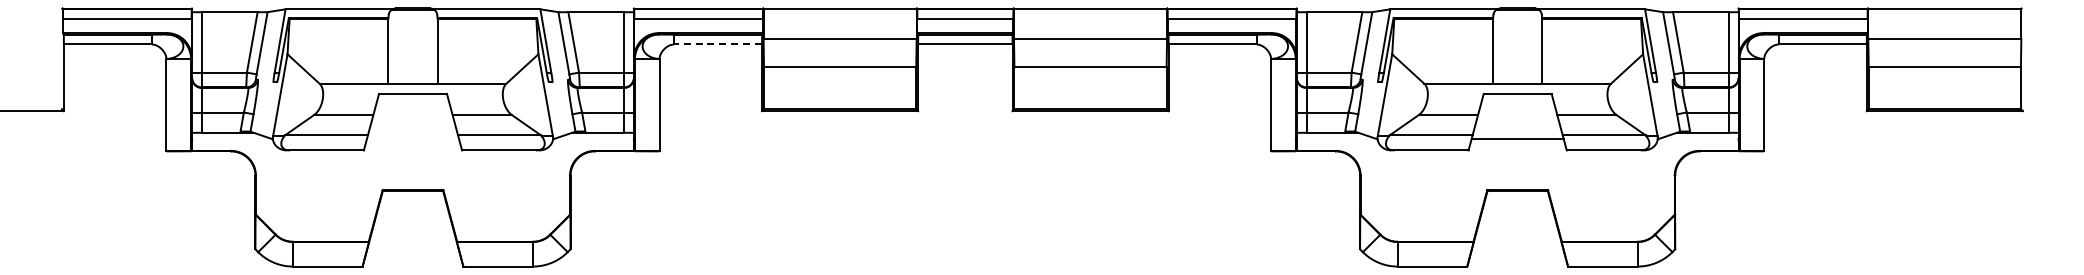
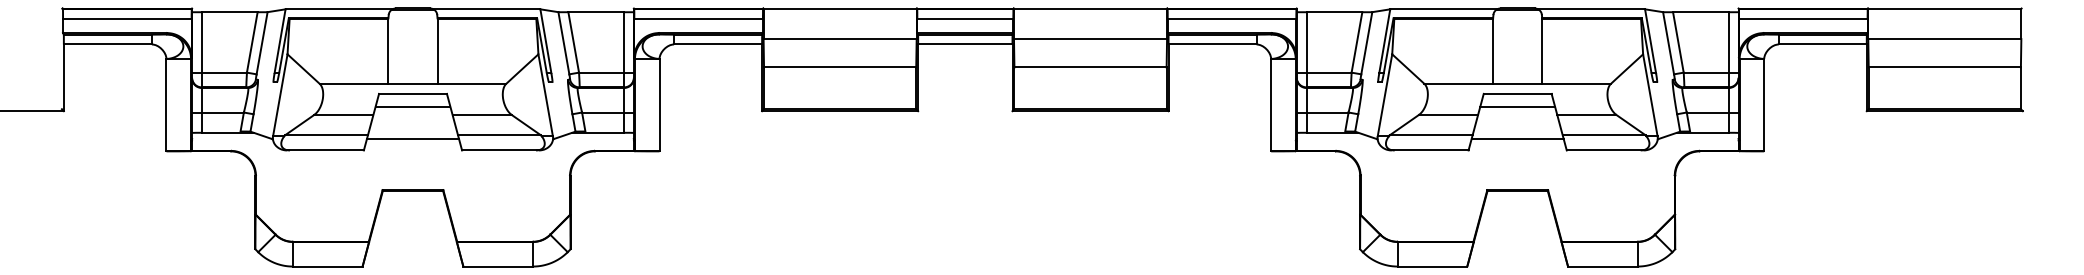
line at (717, 44): dashed -> solid
line at (412, 106): none -> present
line at (1517, 106): none -> present
line at (412, 139): none -> present
